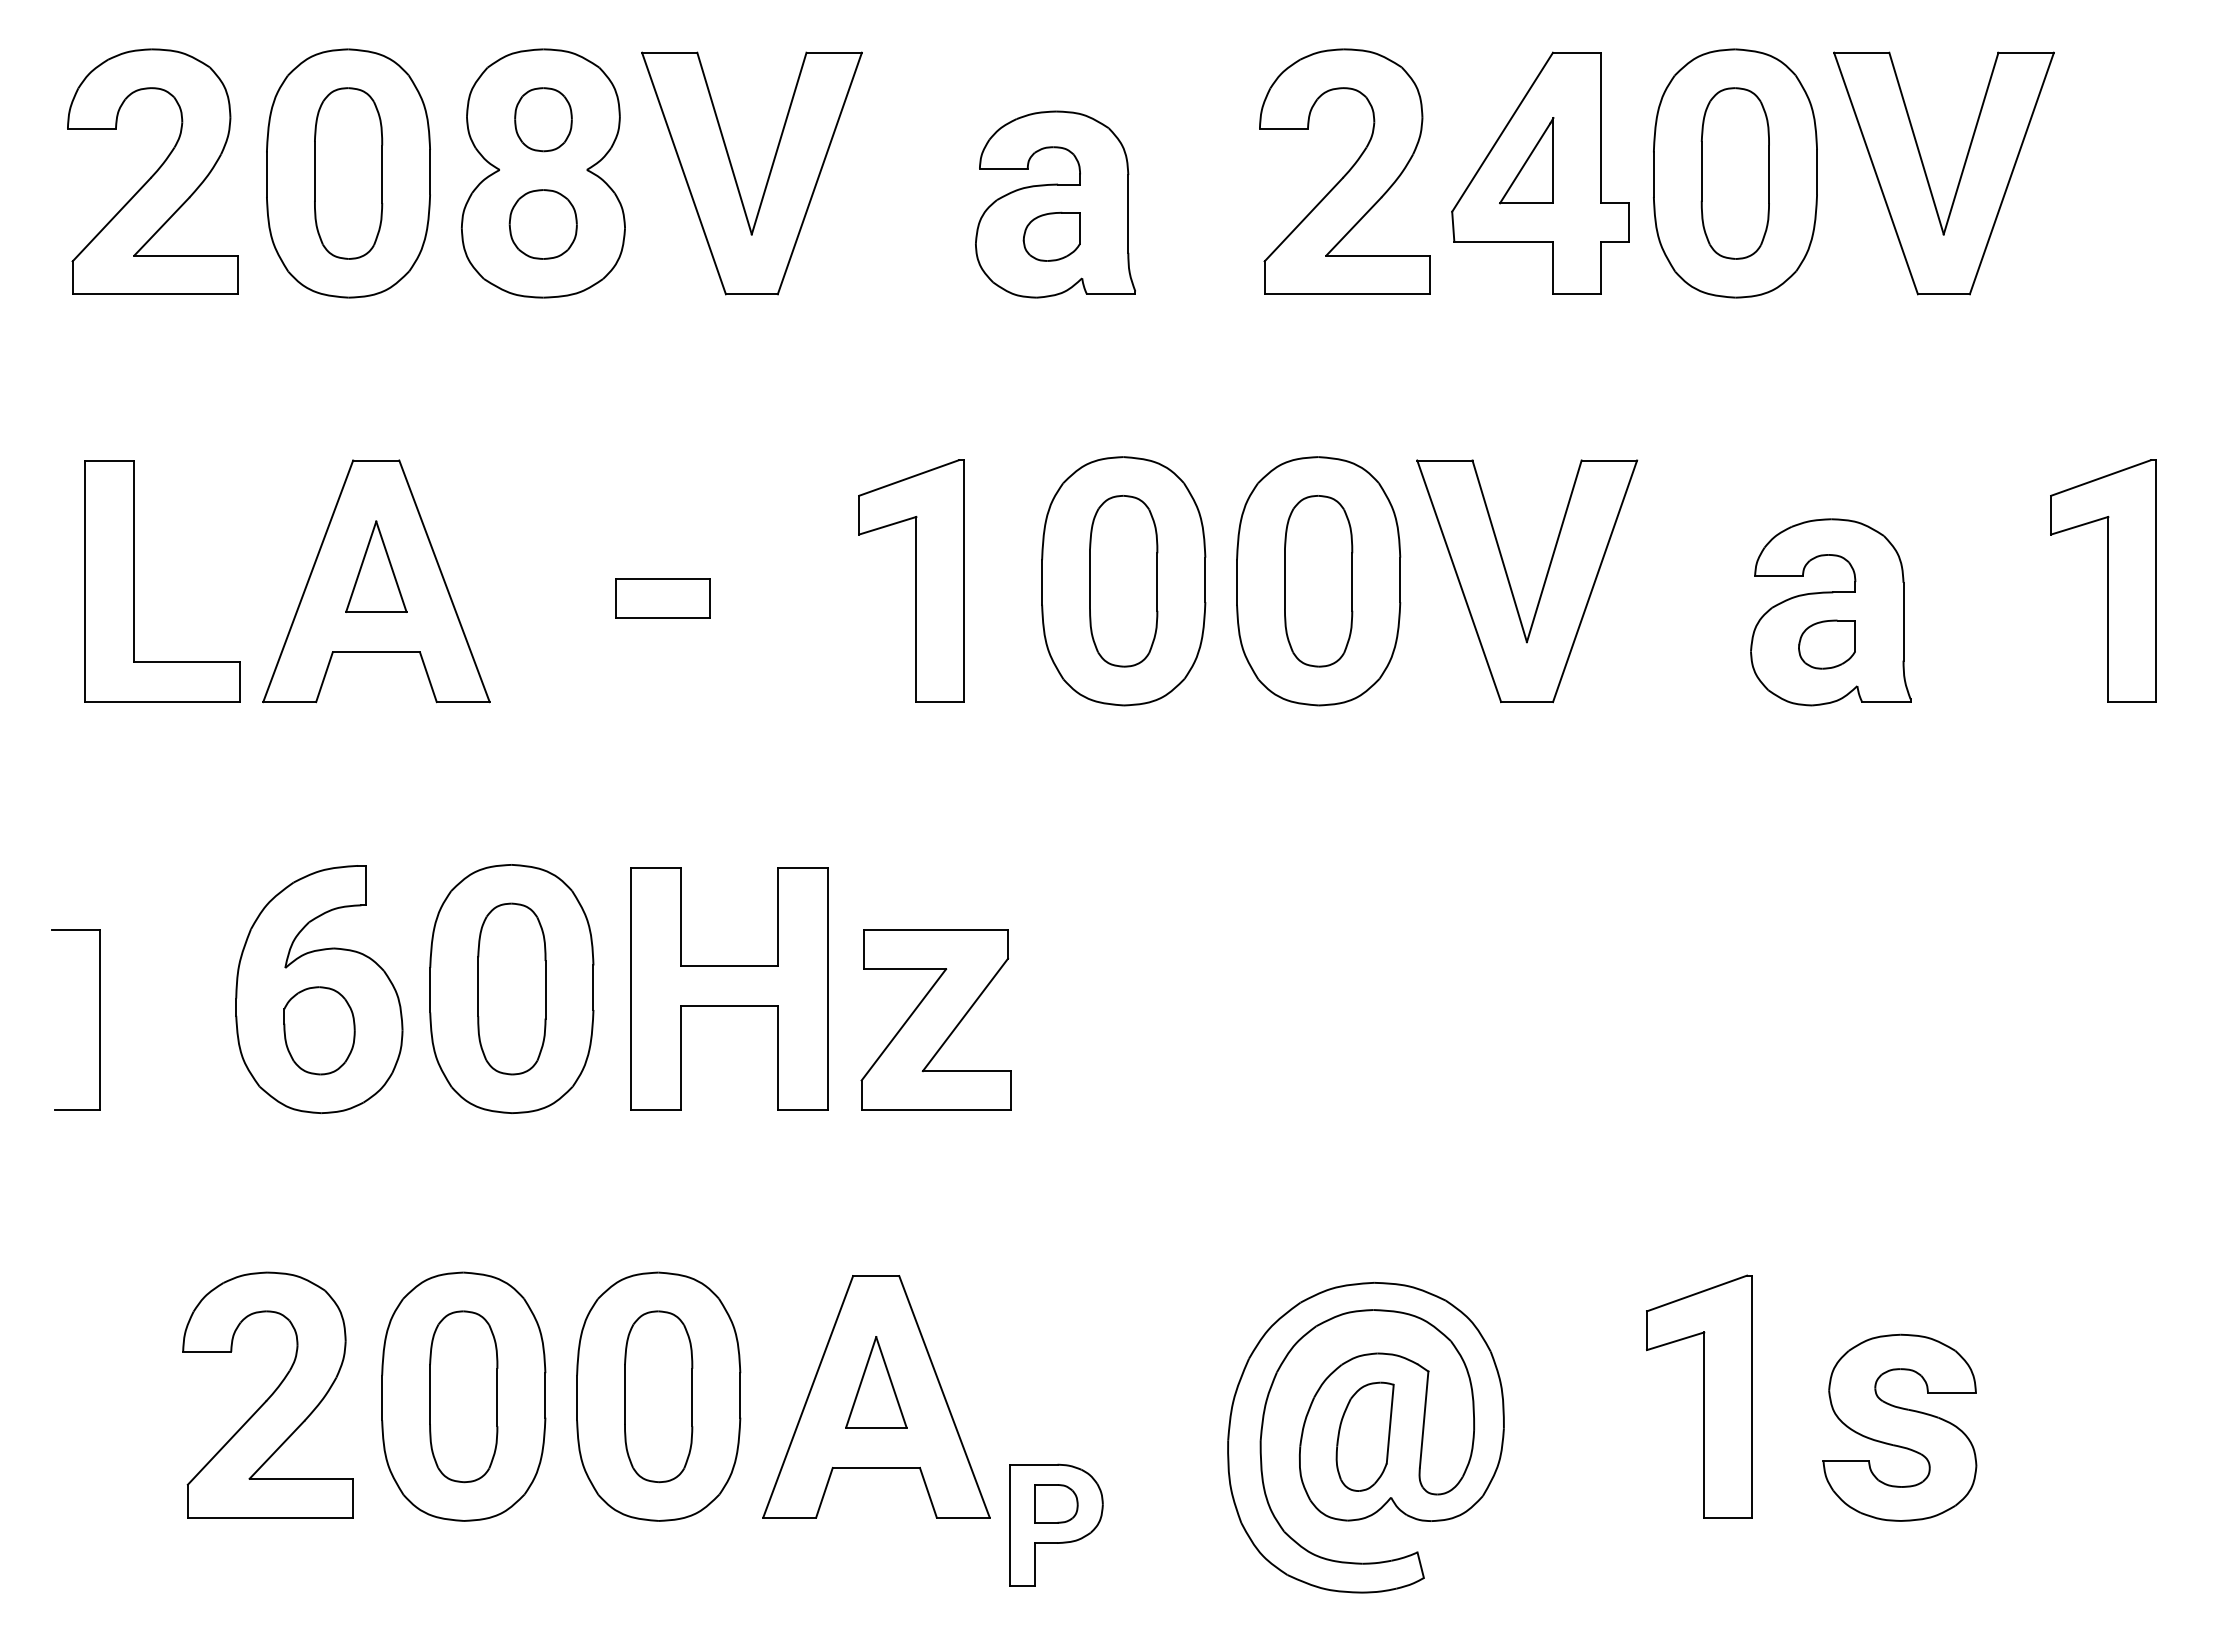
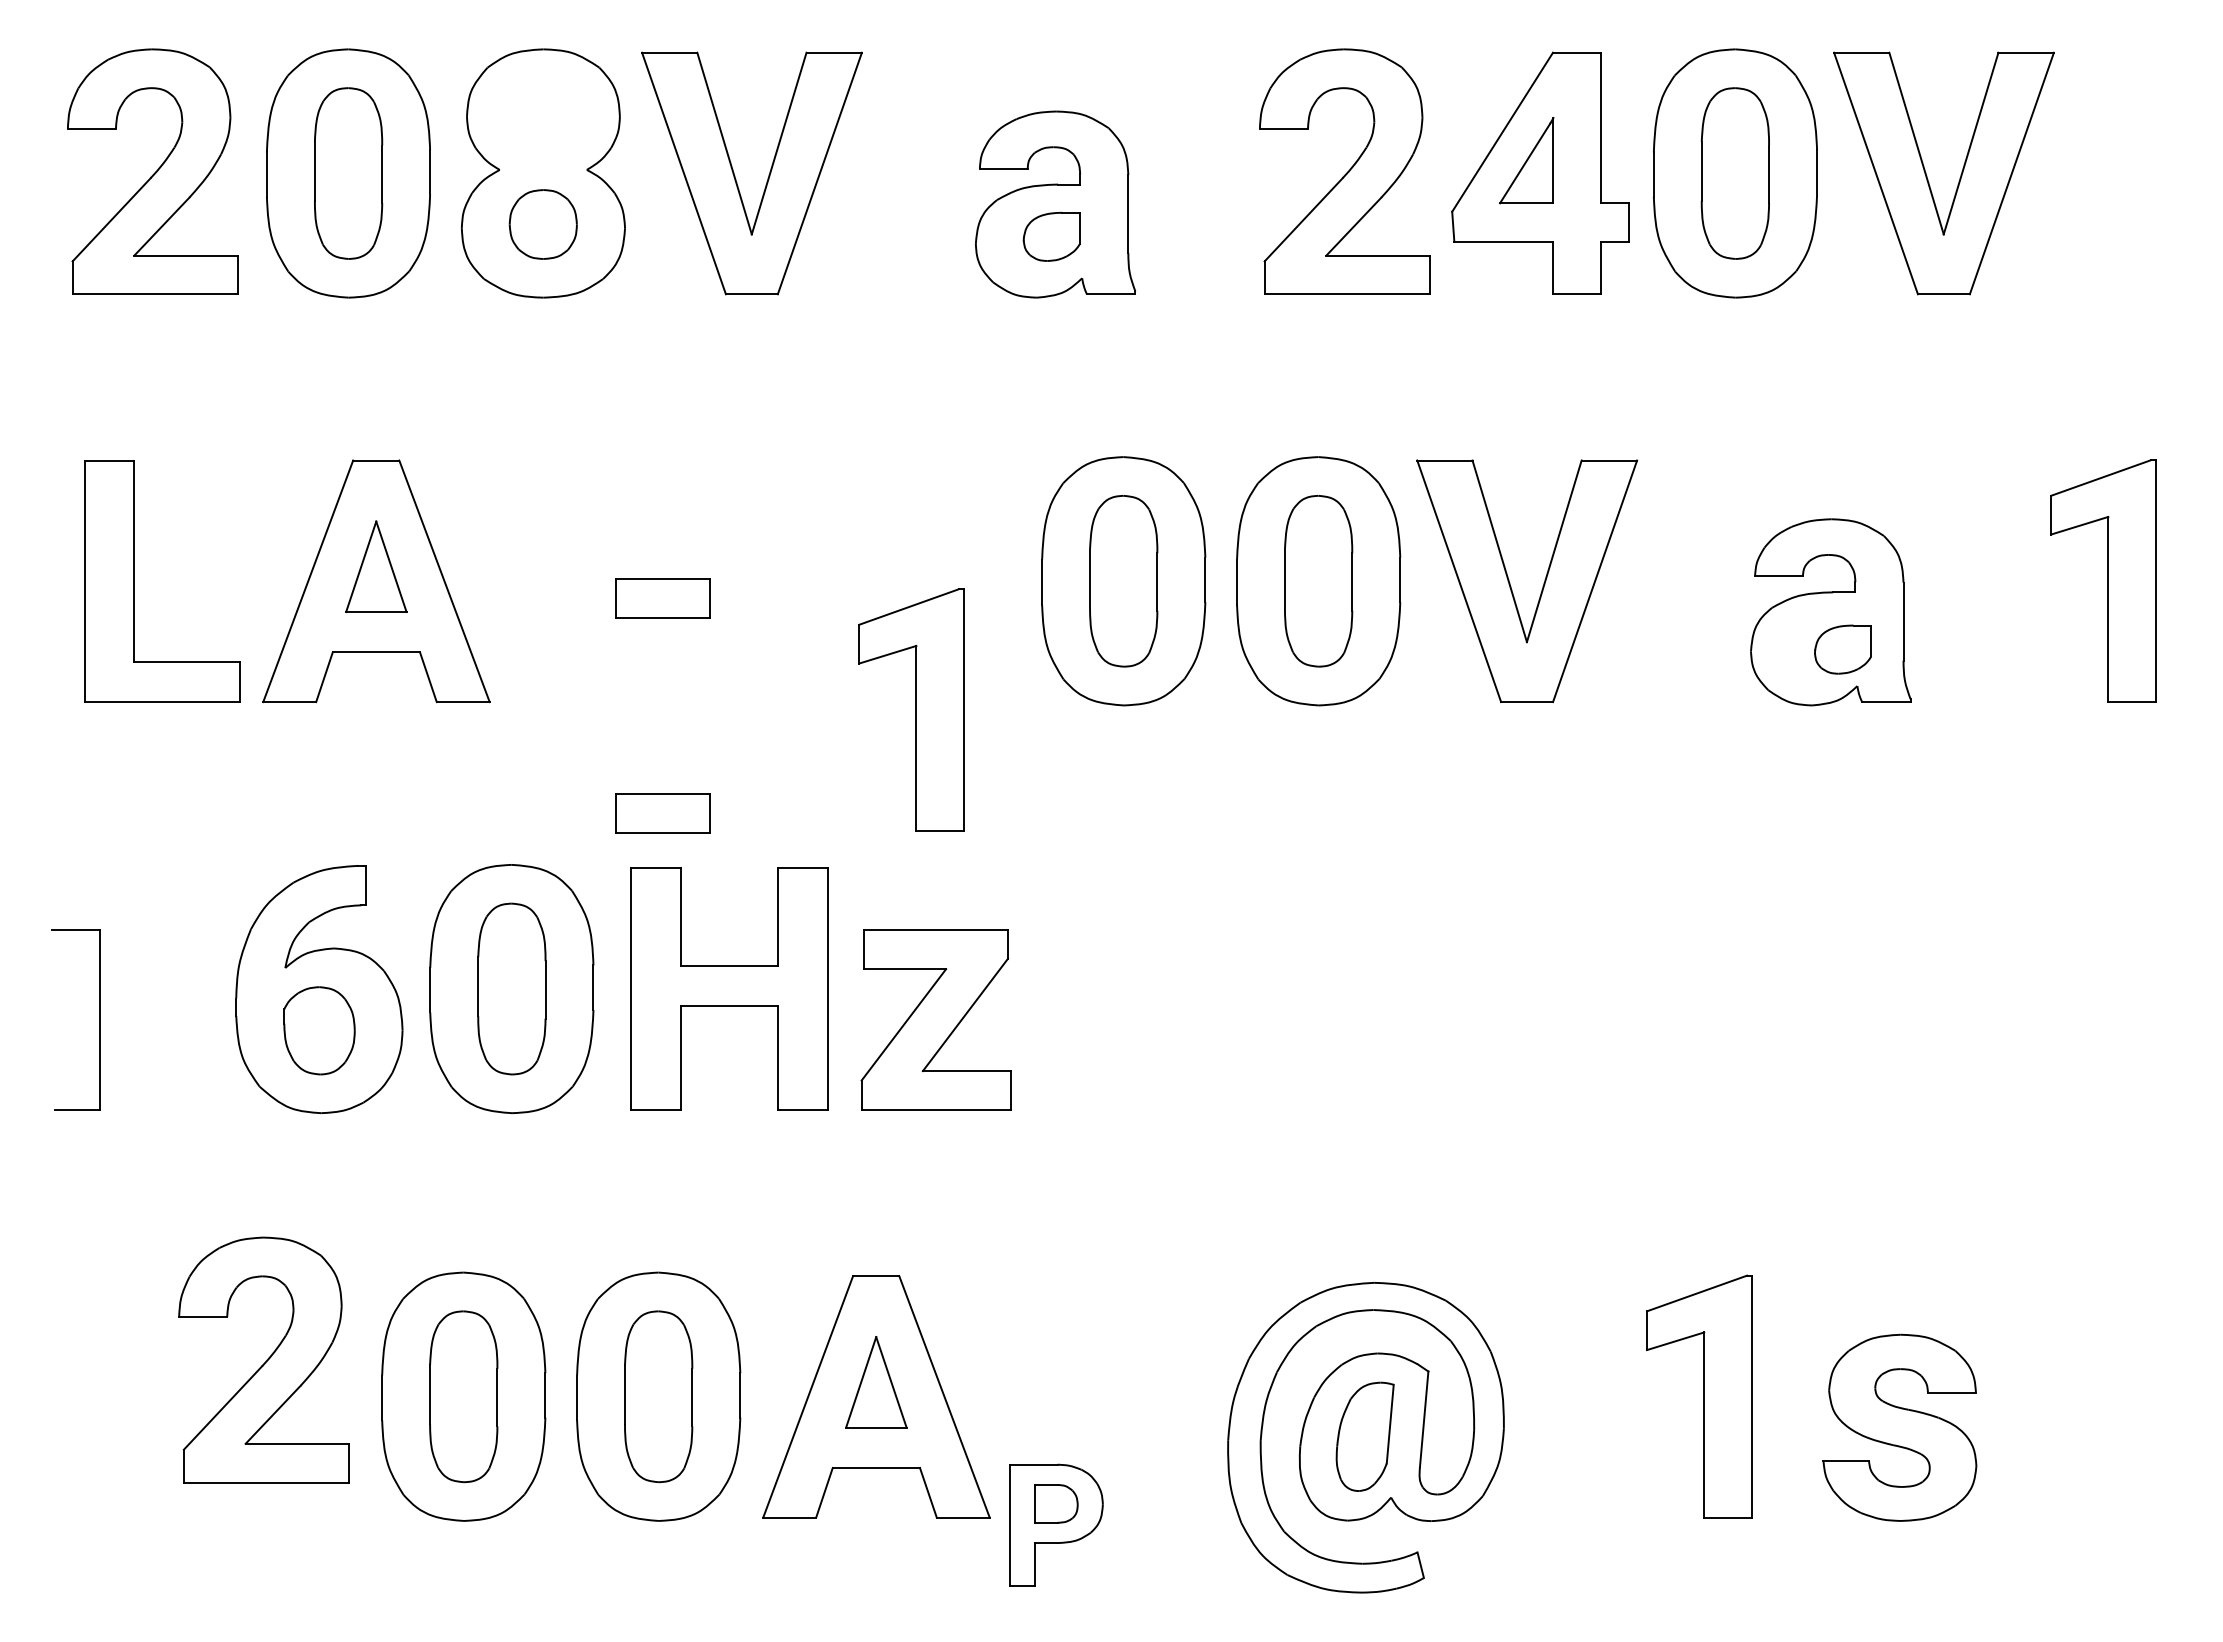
part at (543, 119): present -> none
part at (911, 580) position: (911, 580) -> (911, 709)
part at (1826, 644) position: (1826, 644) -> (1842, 649)
part at (662, 813): none -> present
part at (267, 1394) position: (267, 1394) -> (263, 1359)
